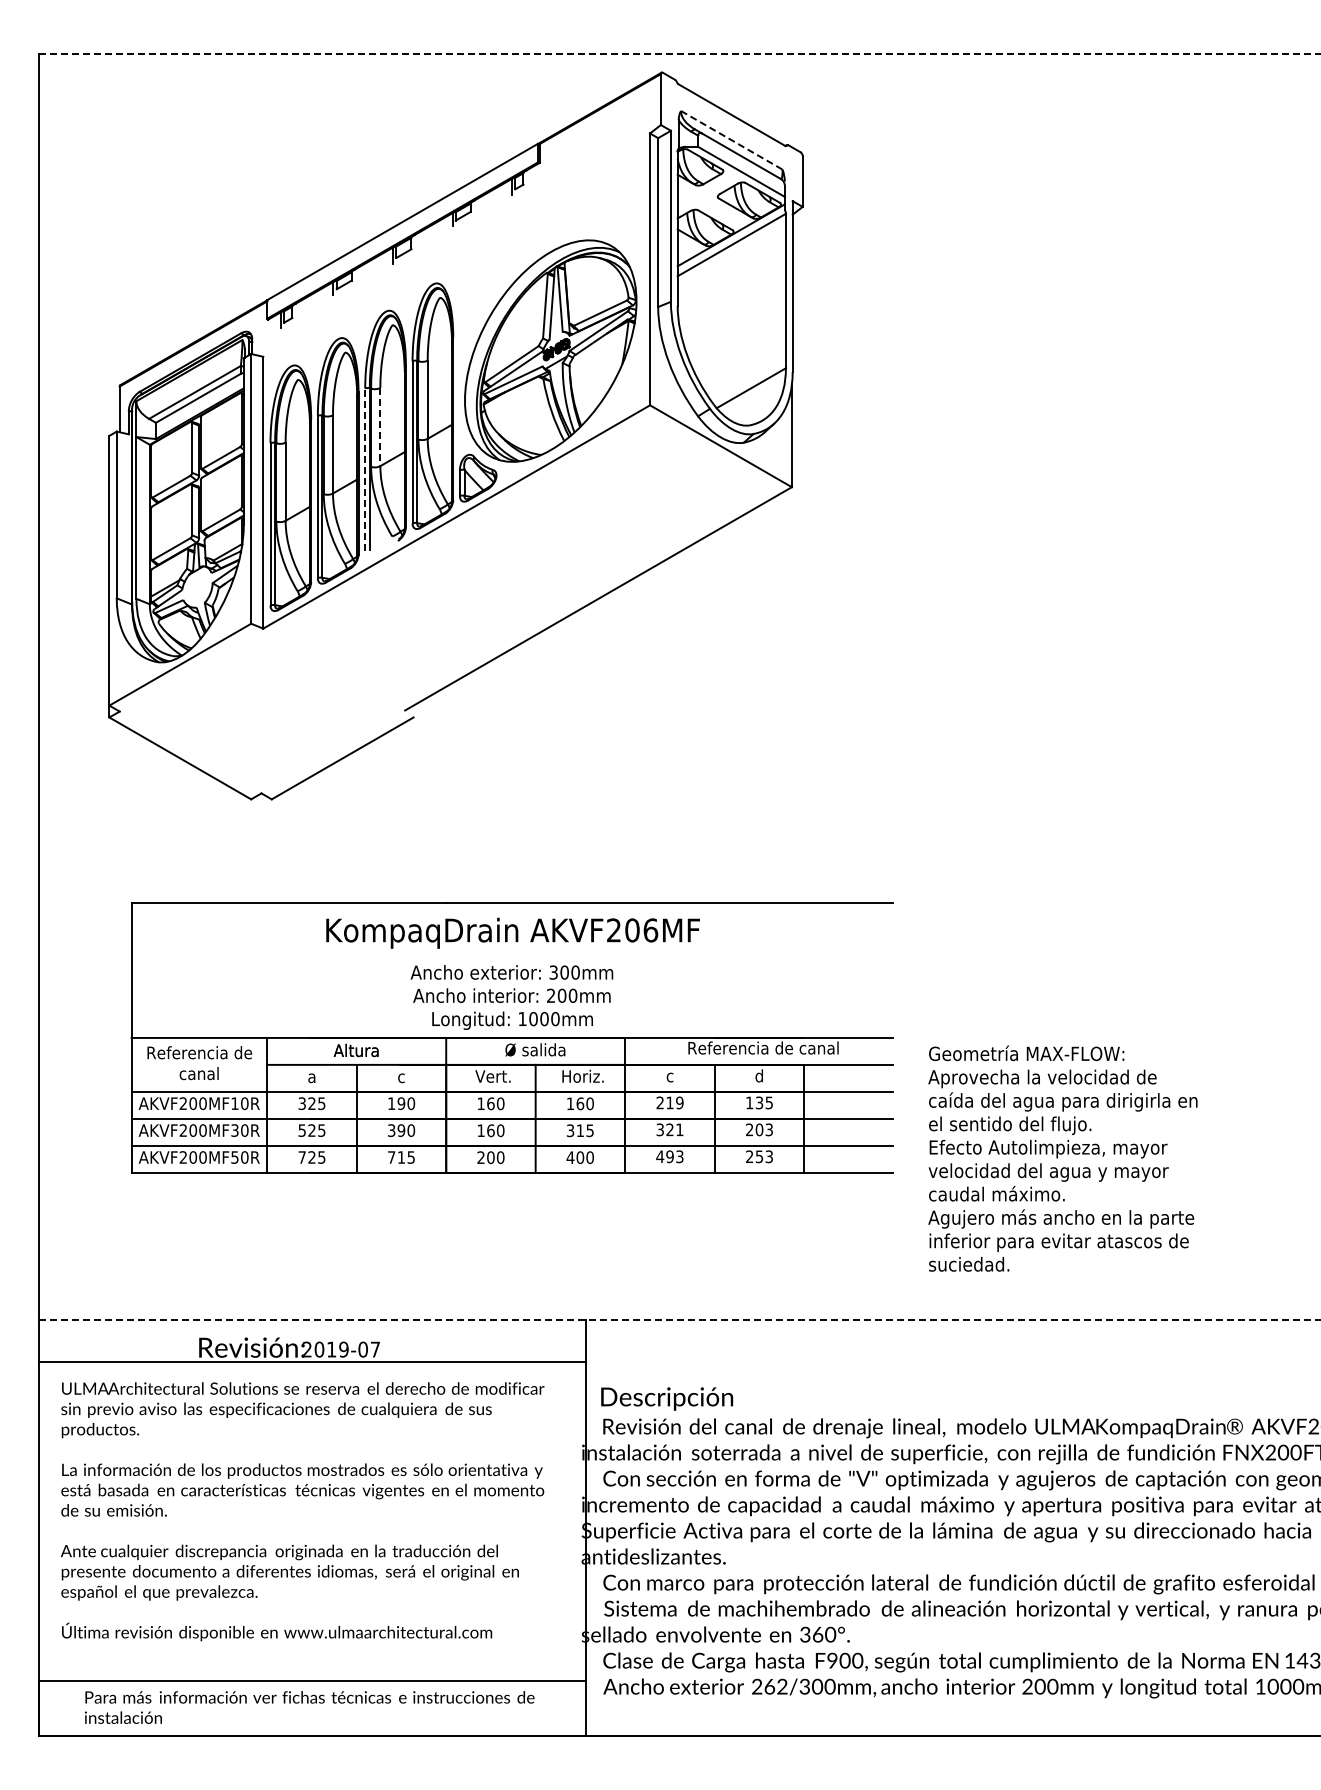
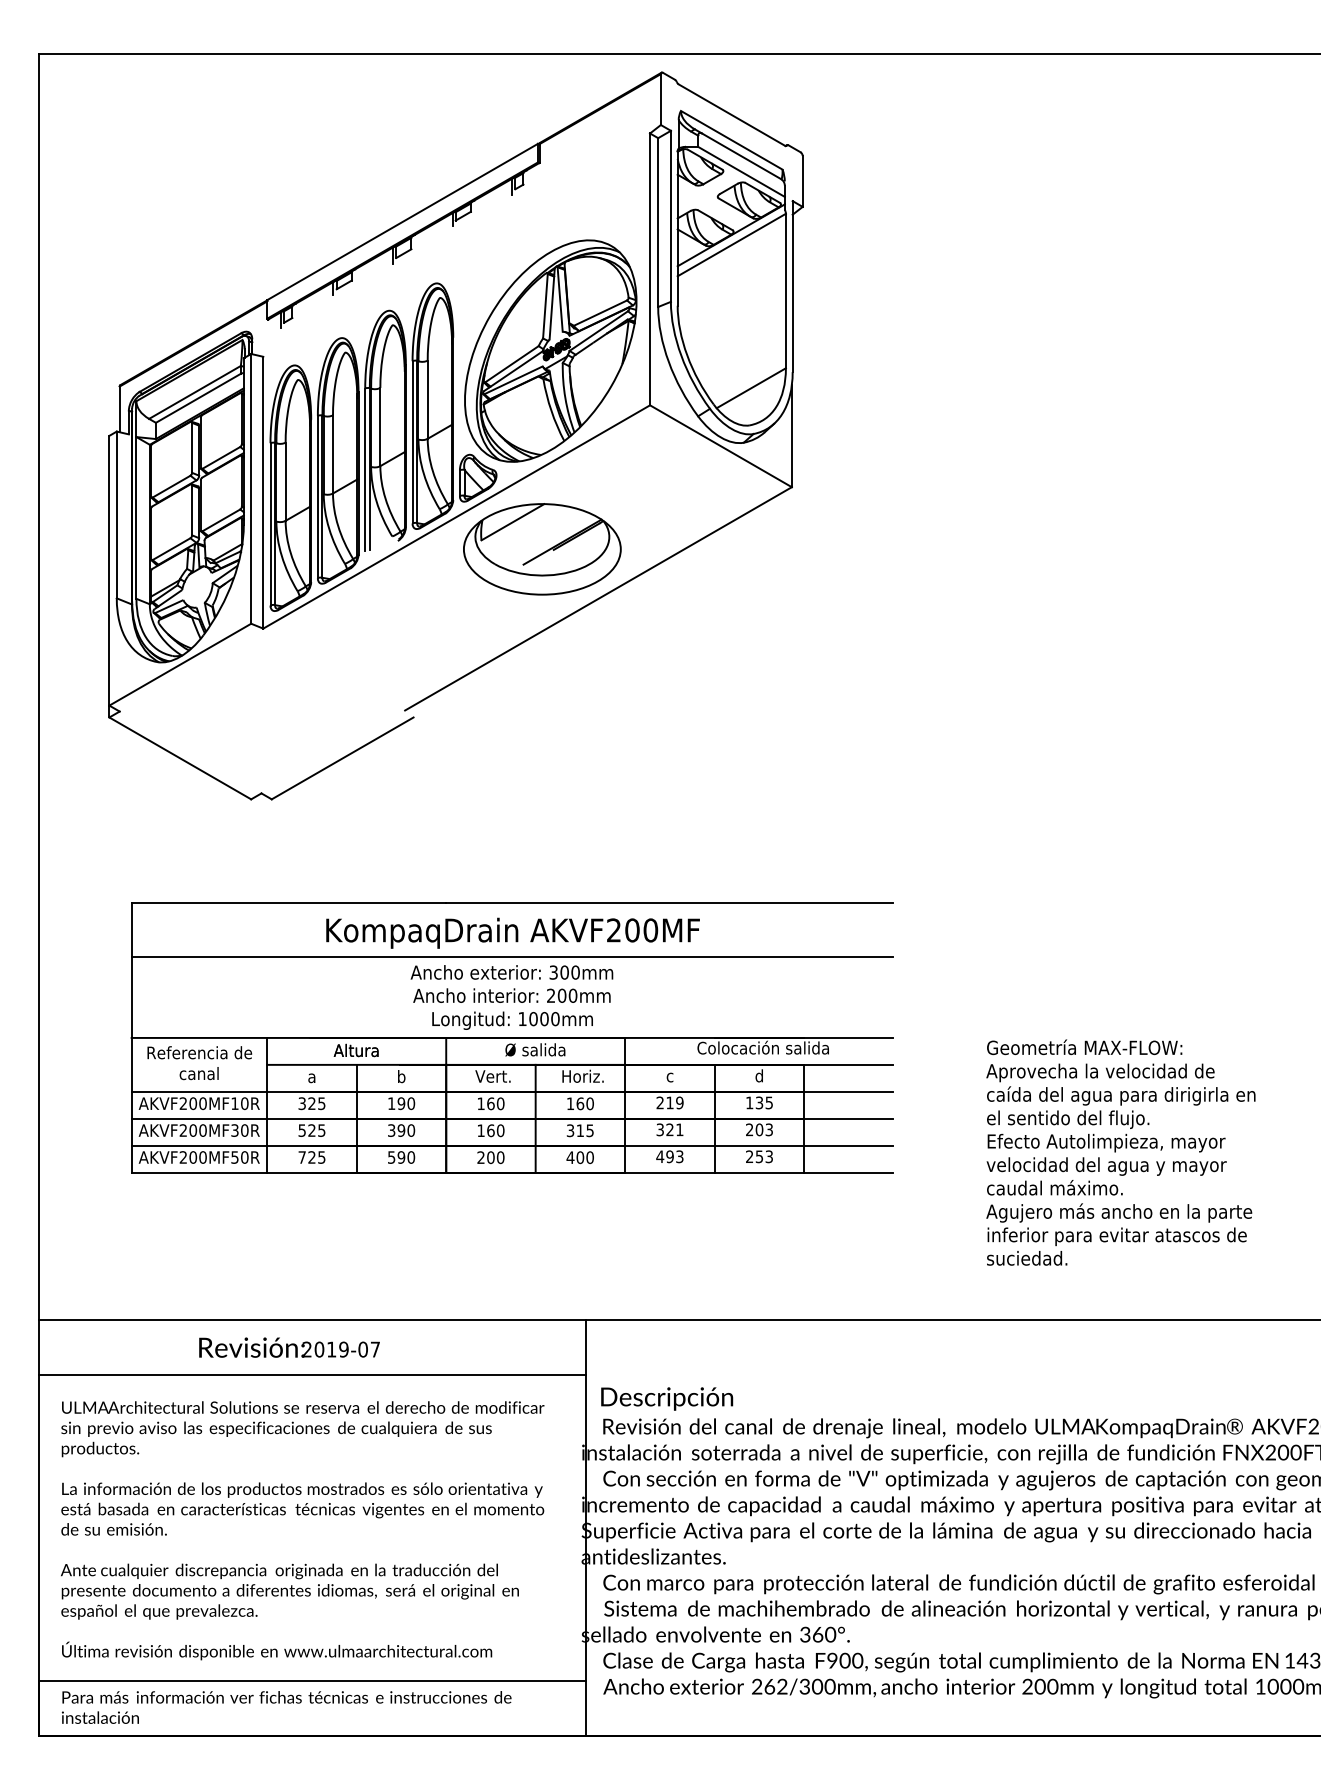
line at (680, 53): dashed -> solid
line at (731, 140): dashed -> solid
line at (380, 427): dashed -> solid
line at (365, 469): dashed -> solid
part at (542, 549): none -> present
text at (650, 930): AKVF206MF -> AKVF200MF
line at (512, 957): none -> present
text at (763, 1047): Referencia de canal -> Colocación salida
text at (401, 1076): c -> b
text at (401, 1157): 715 -> 590
text at (1062, 1158) position: (1062, 1158) -> (1120, 1152)
line at (680, 1320): dashed -> solid
line at (312, 1362) position: (312, 1362) -> (312, 1375)
text at (302, 1511) position: (302, 1511) -> (302, 1530)
text at (309, 1707) position: (309, 1707) -> (286, 1707)
